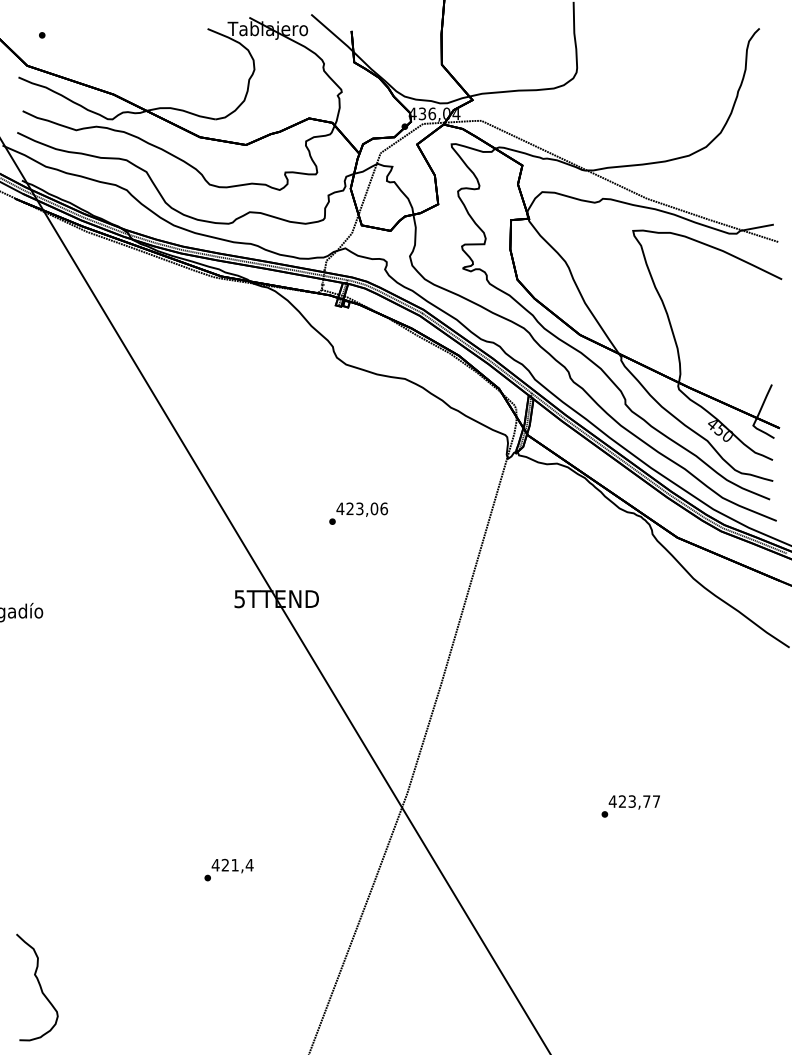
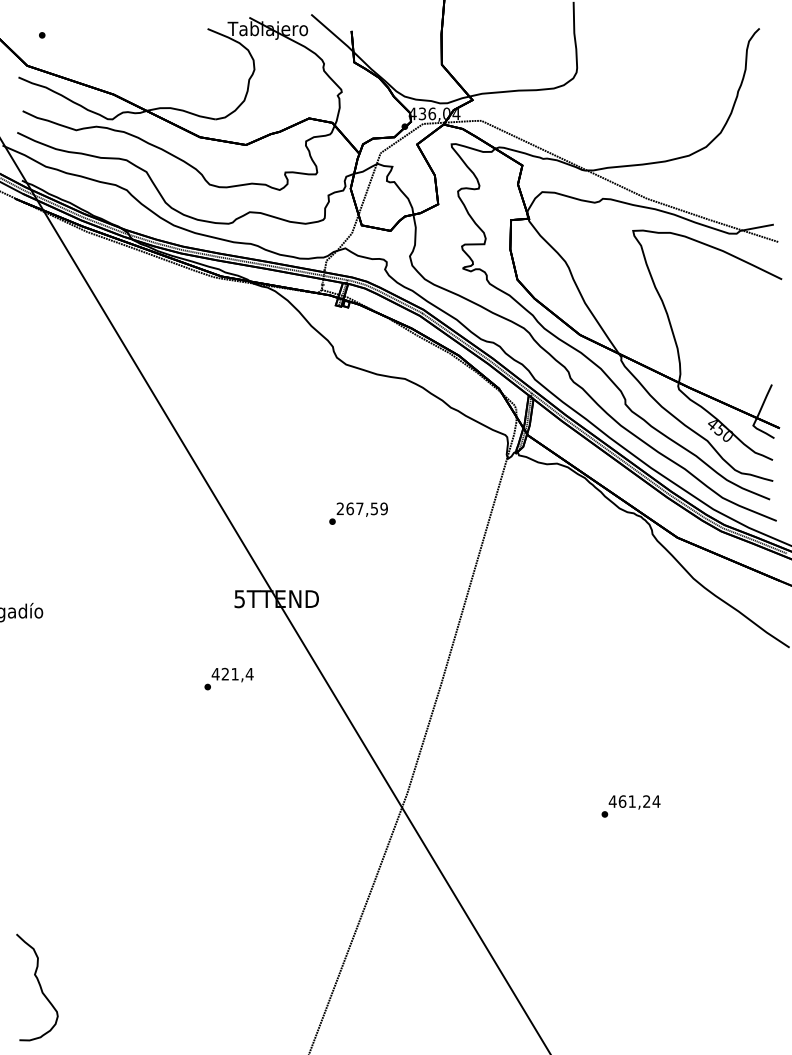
text at (362, 508): 423,06 -> 267,59
text at (639, 801): 423,77 -> 461,24
text at (228, 869) position: (228, 869) -> (228, 678)
